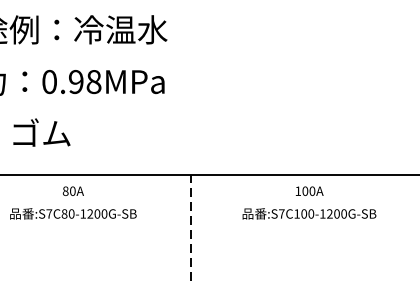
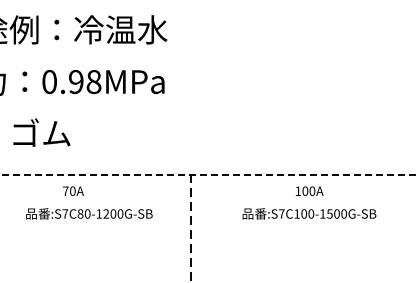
line at (209, 174): solid -> dashed
text at (65, 190): 80A -> 70A
text at (73, 213) position: (73, 213) -> (89, 213)
text at (329, 213): :S7C100-1200G-SB -> :S7C100-1500G-SB
